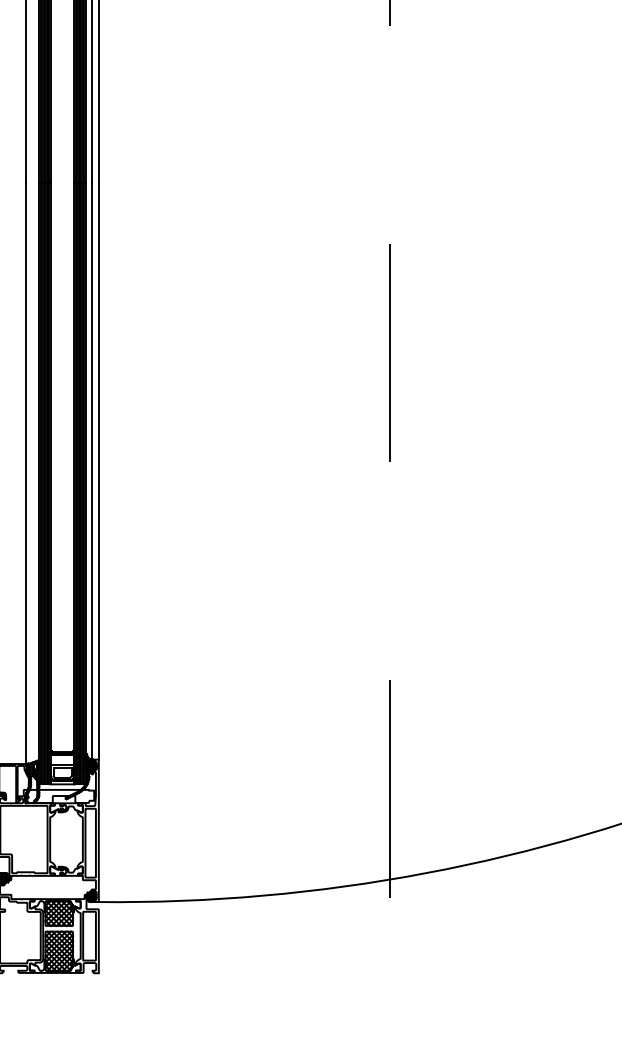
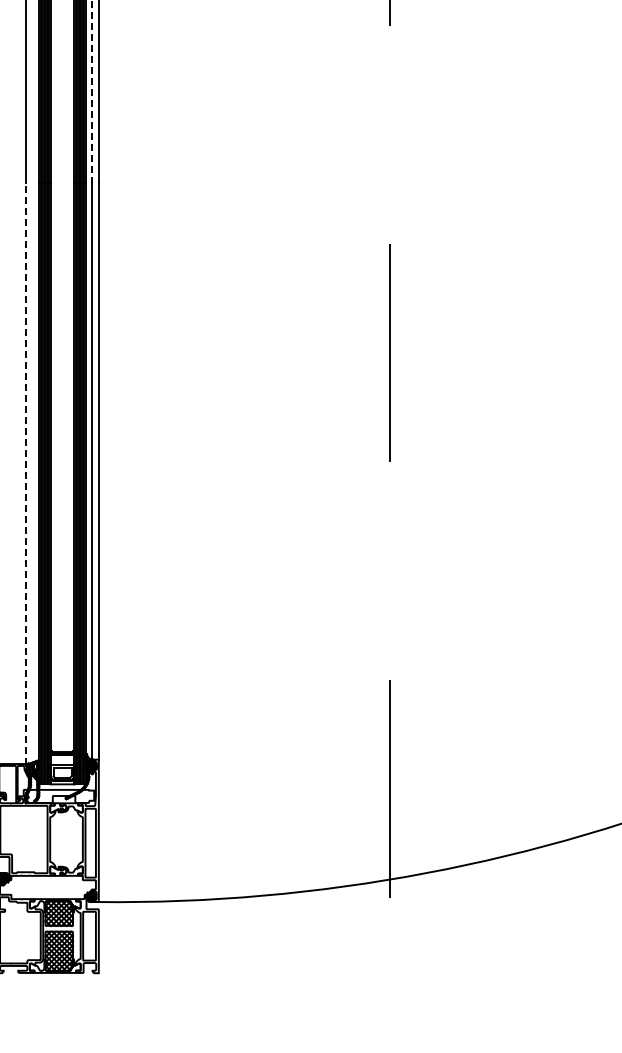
line at (91, 92): solid -> dashed
line at (26, 473): solid -> dashed
